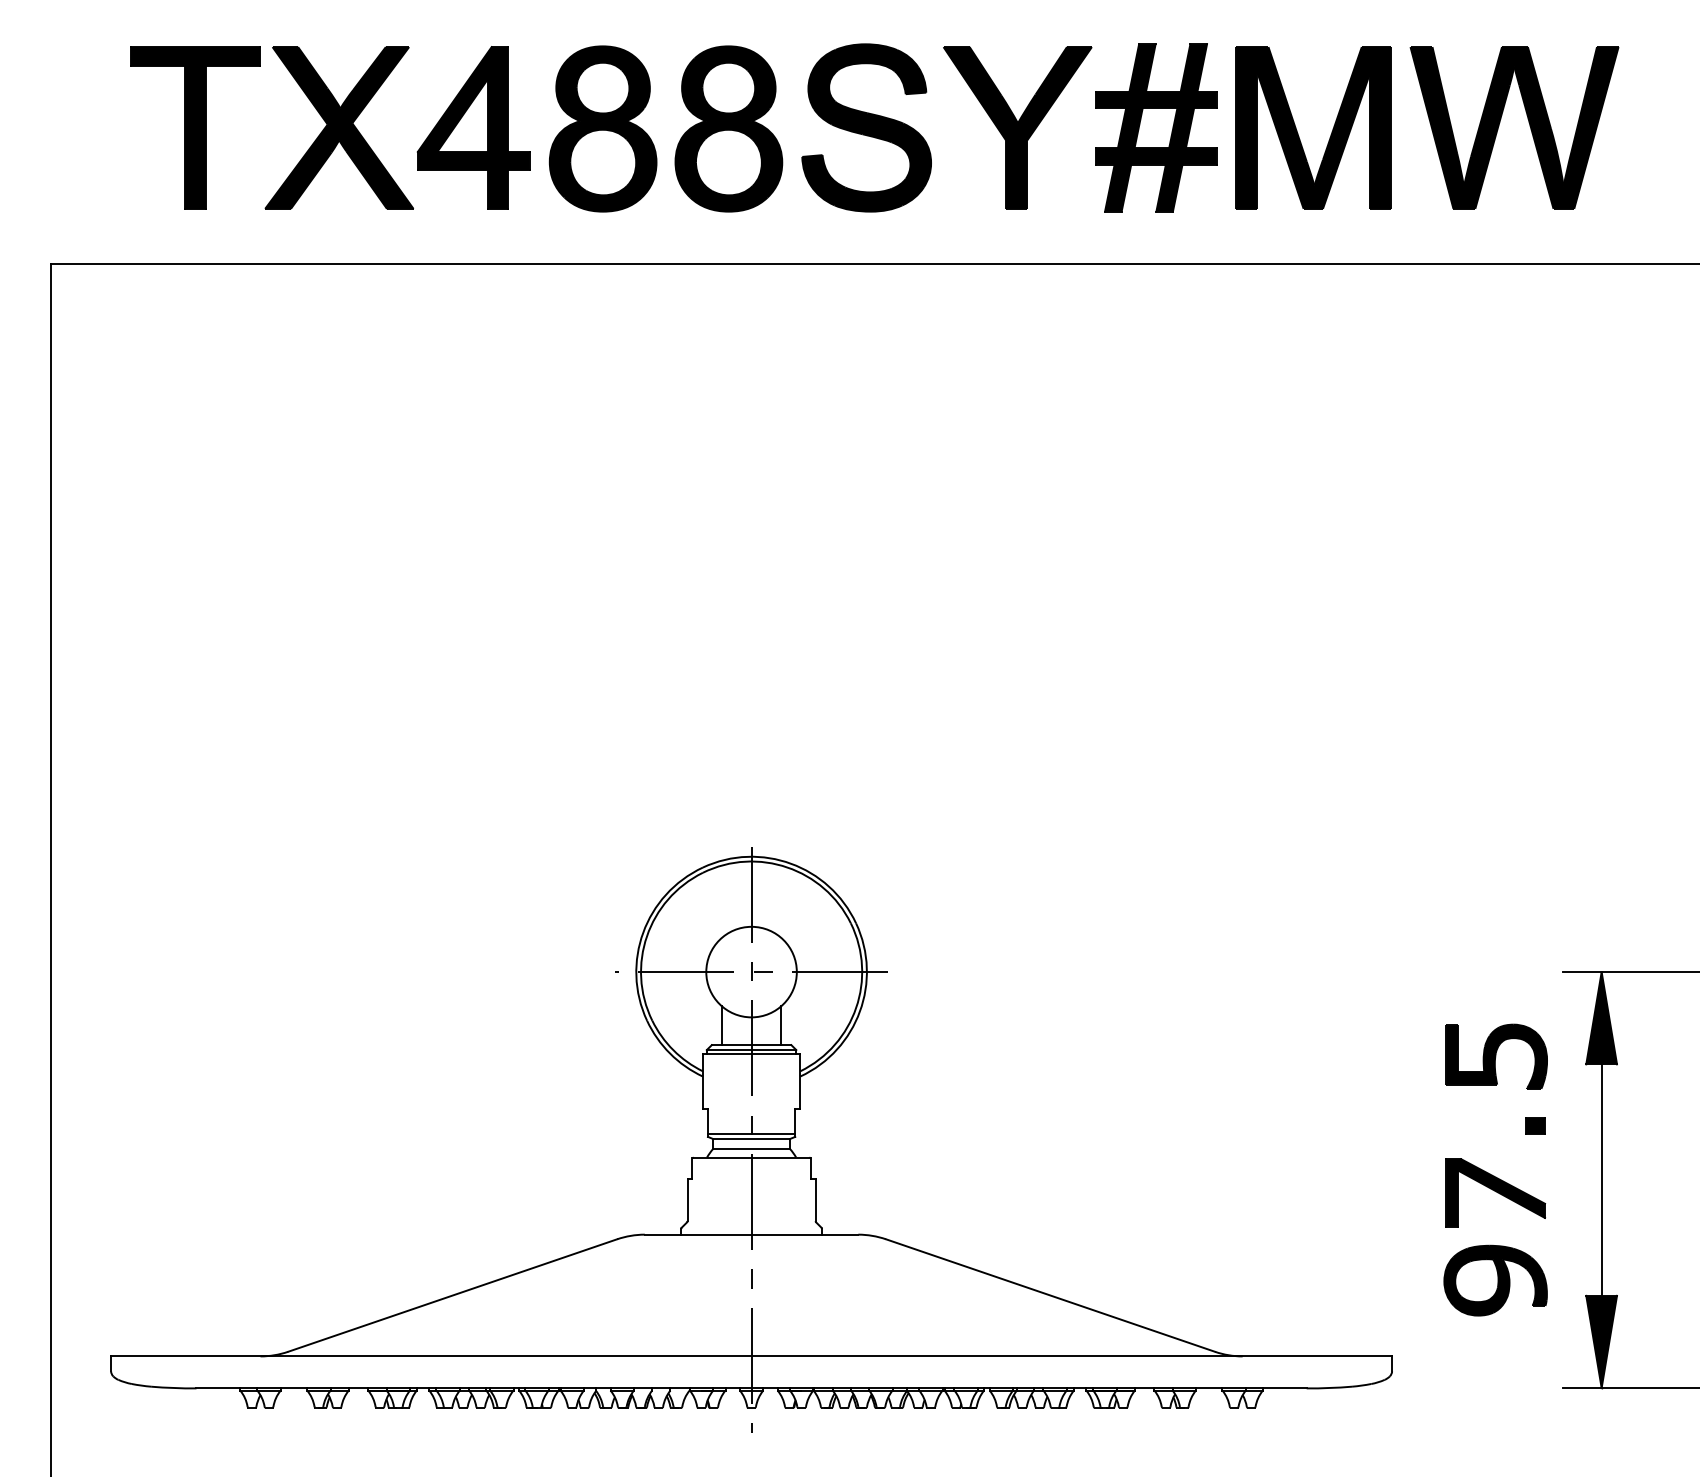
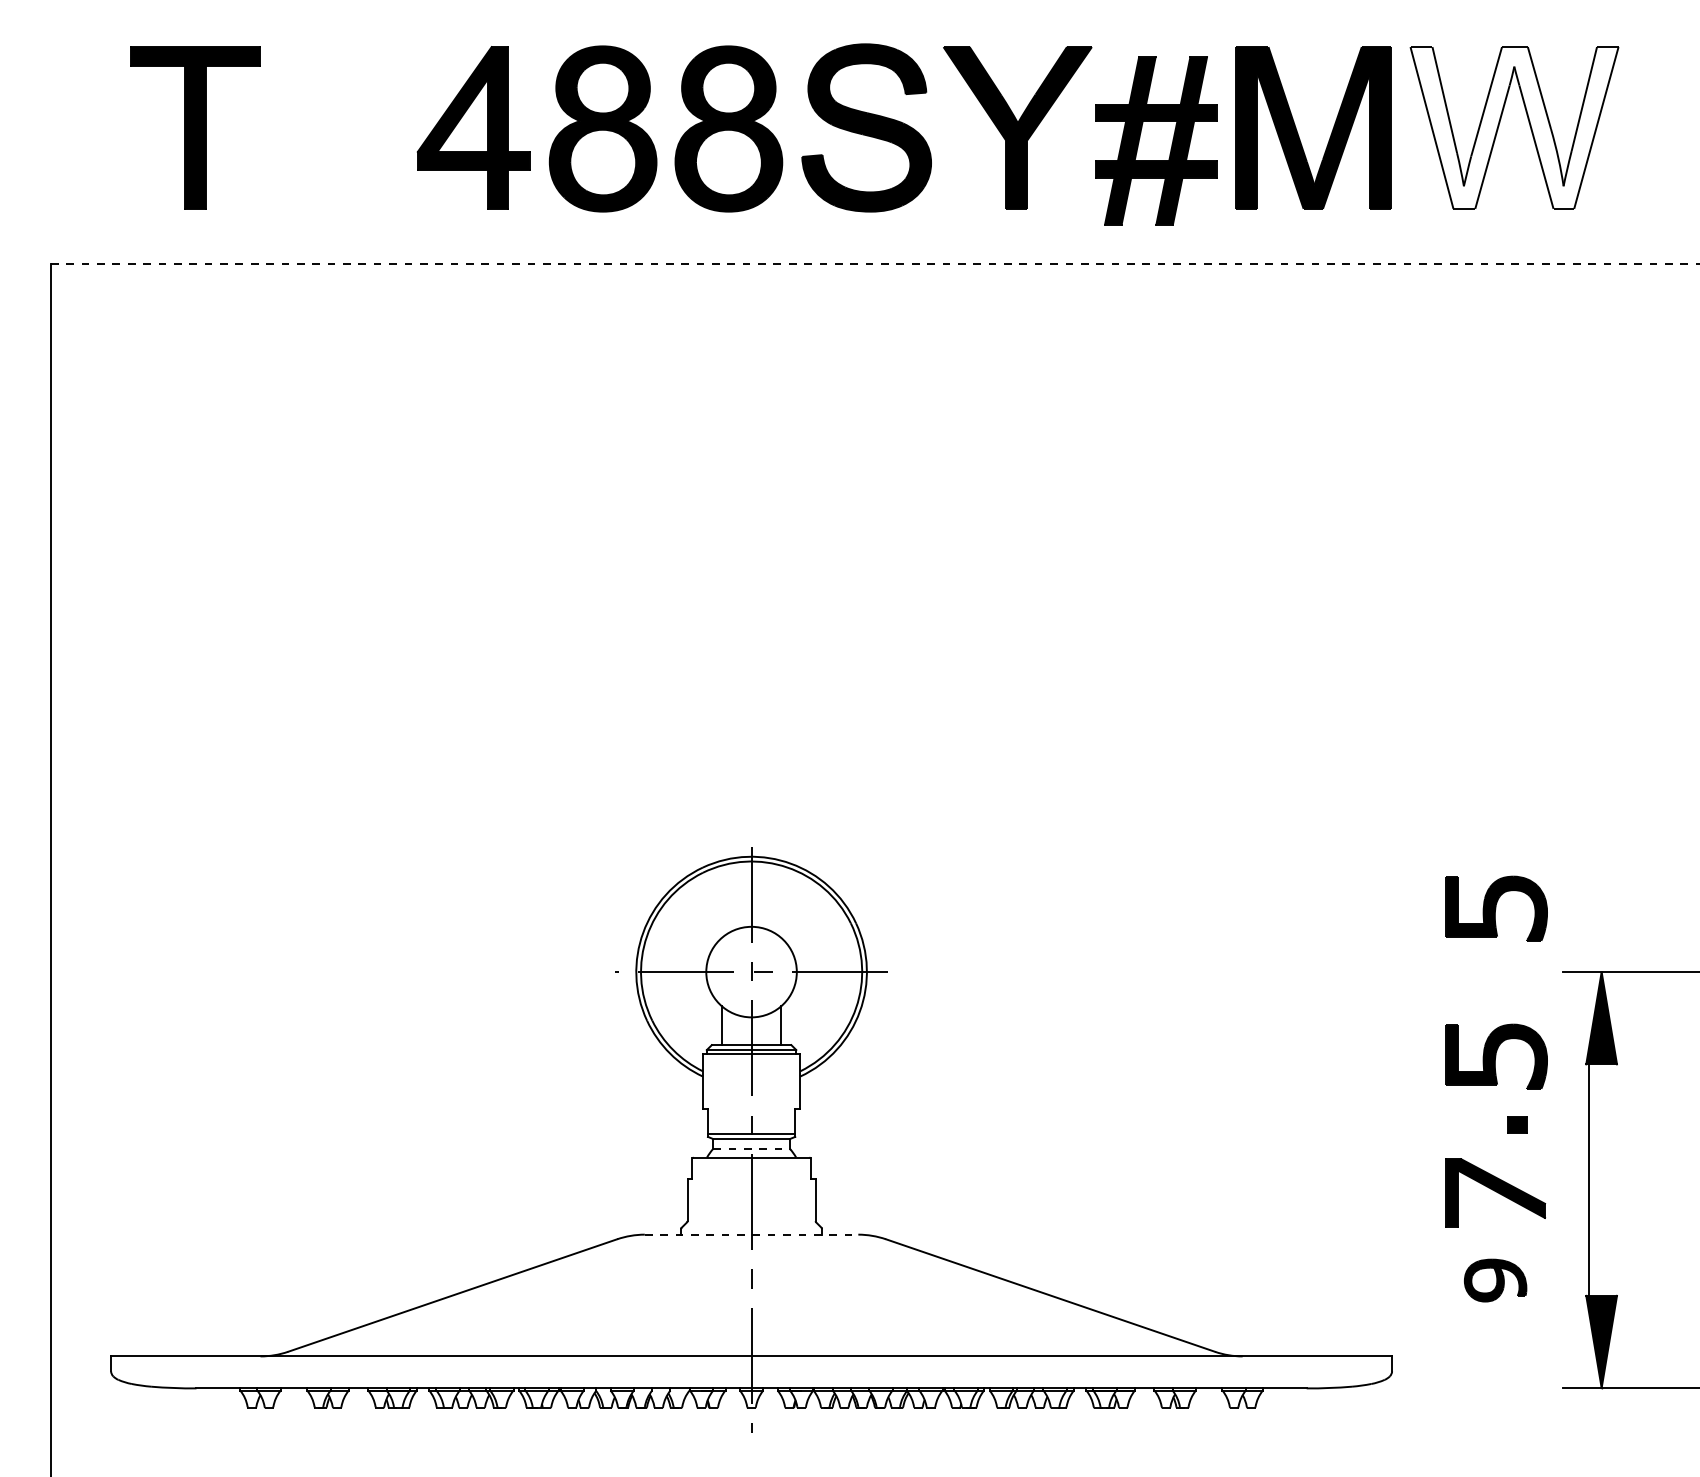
part at (338, 127): present -> none
part at (1156, 127) position: (1156, 127) -> (1156, 140)
fill at (1514, 127): present -> none
line at (875, 264): solid -> dashed
part at (1496, 908): none -> present
part at (1535, 1125) position: (1535, 1125) -> (1517, 1124)
line at (752, 1148): solid -> dashed
line at (1601, 1179) position: (1601, 1179) -> (1588, 1179)
line at (751, 1234): solid -> dashed
part at (1495, 1280) size: 105x73 px -> 64x45 px
